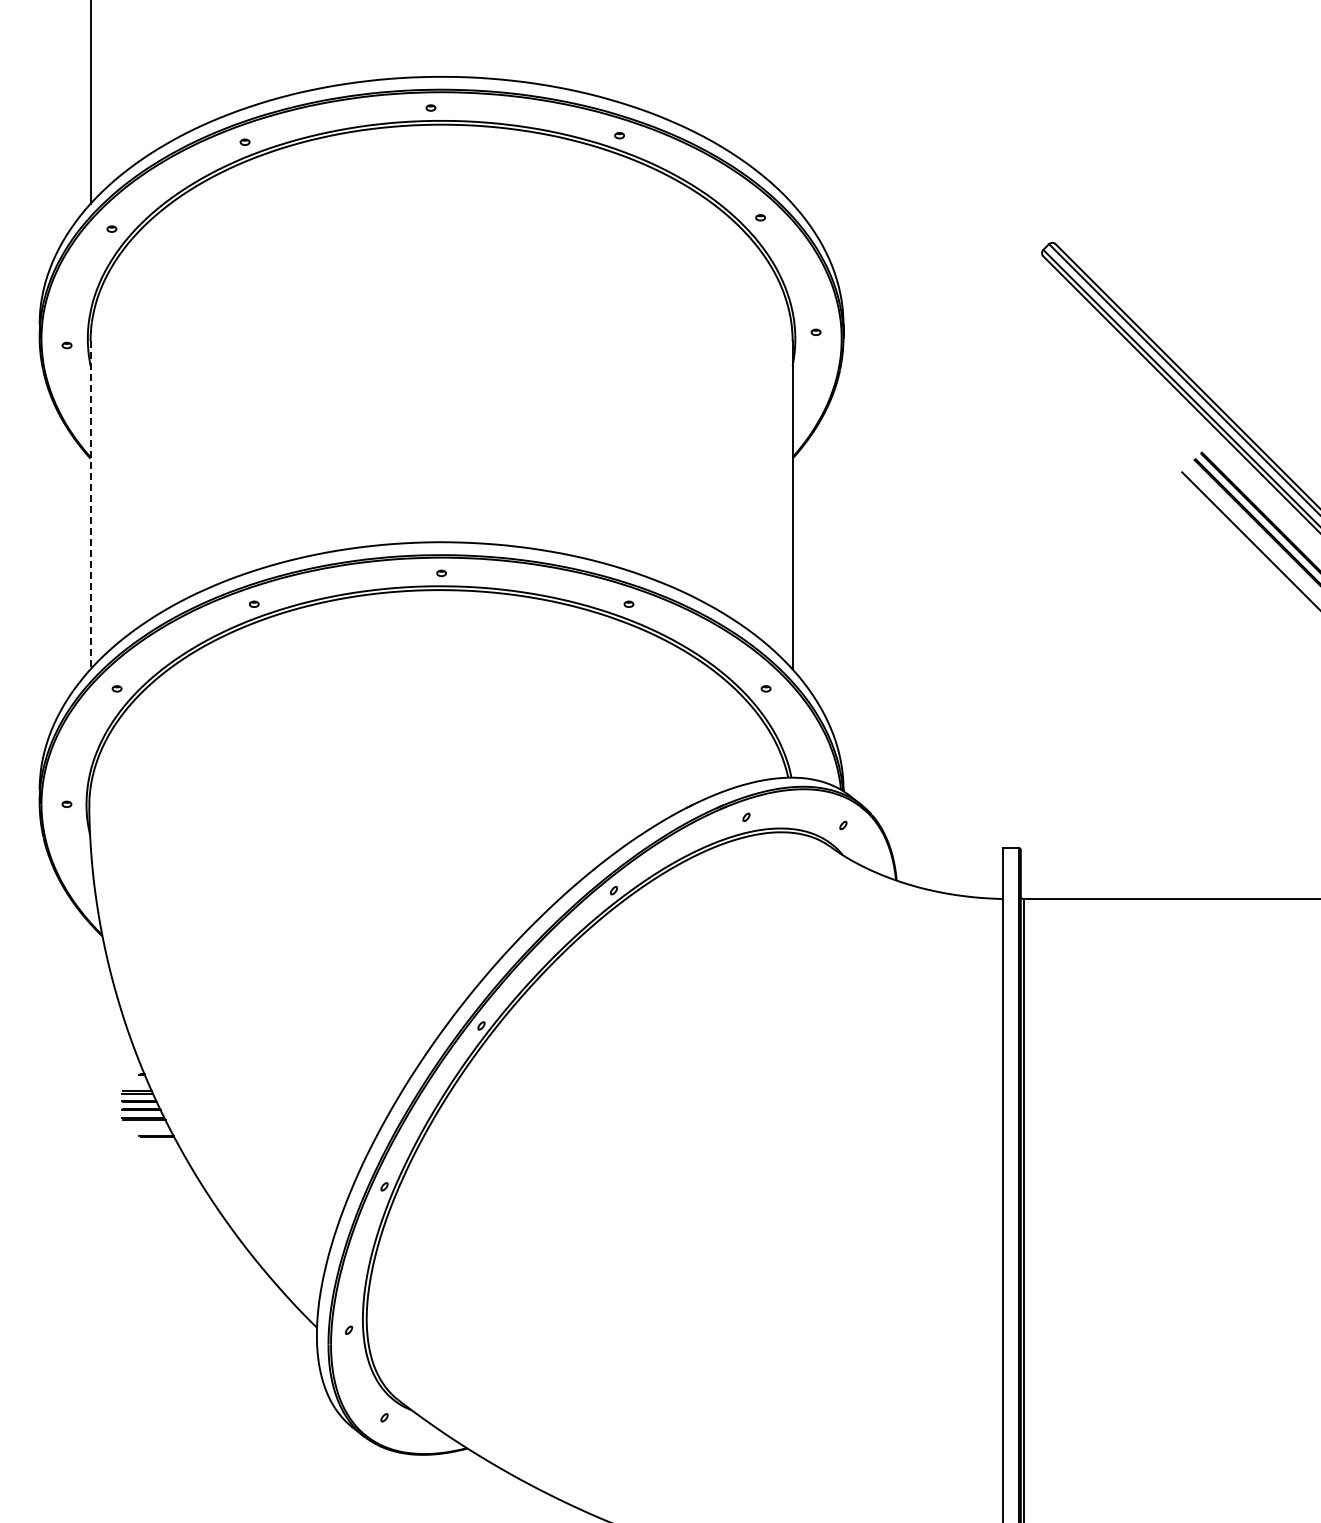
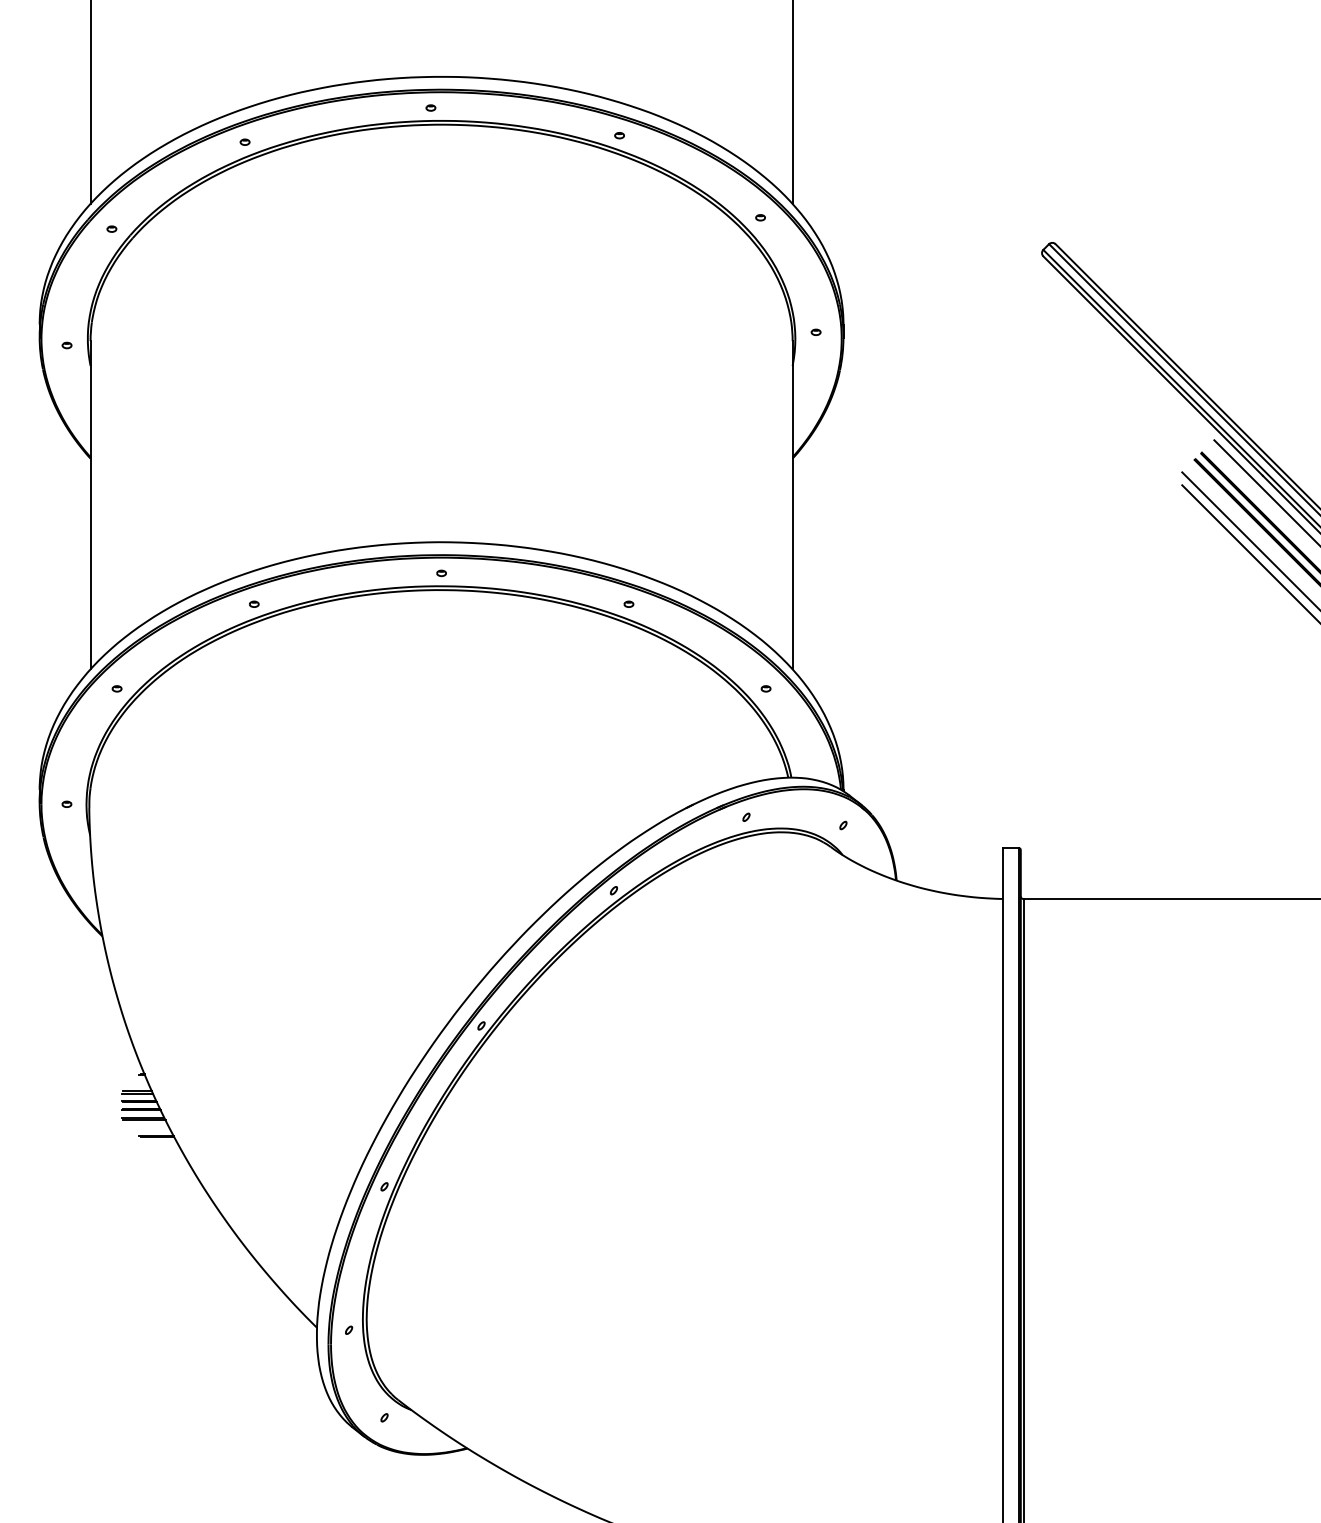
line at (792, 102): none -> present
line at (1265, 491): none -> present
line at (90, 505): dashed -> solid
line at (1249, 552): none -> present
